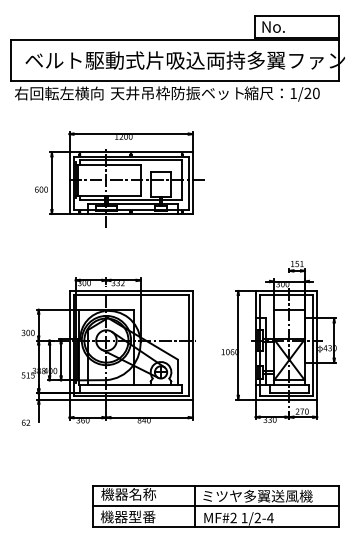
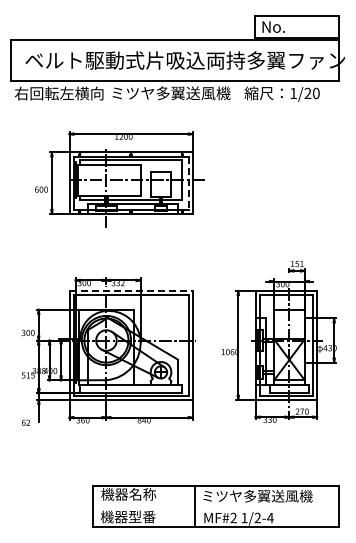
text at (177, 93): 天井吊枠防振ベット -> ミツヤ多翼送風機
line at (188, 183): solid -> dashed
line at (131, 290): solid -> dashed
line at (215, 506): present -> none
